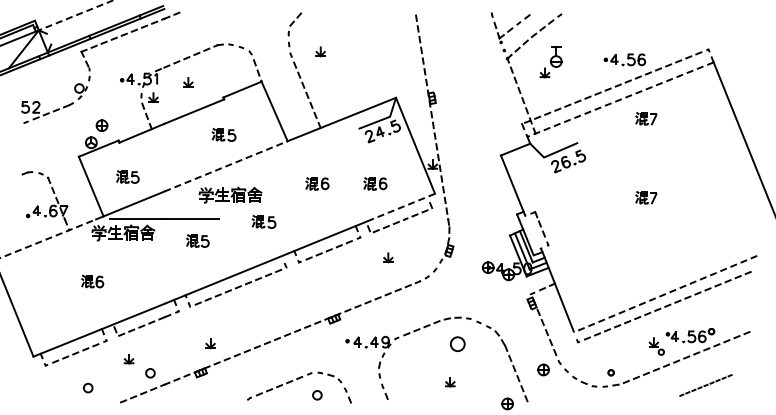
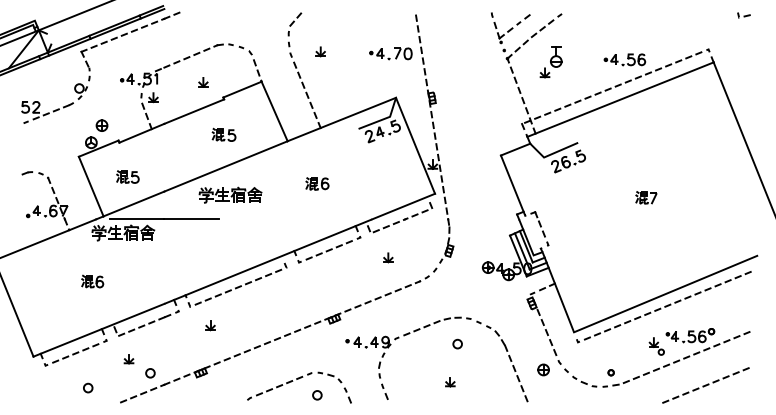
line at (75, 15): dashed -> solid
part at (743, 15): none -> present
part at (390, 53): none -> present
part at (188, 82) position: (188, 82) -> (203, 82)
line at (620, 99): dashed -> solid
part at (646, 118): present -> none
line at (226, 166): dashed -> solid
part at (375, 183): present -> none
line at (403, 206): dashed -> solid
part at (263, 221): present -> none
line at (48, 238): dashed -> solid
part at (197, 240): present -> none
line at (665, 294): dashed -> solid
part at (210, 343) position: (210, 343) -> (210, 325)
circle at (457, 343) size: 16x16 px -> 11x12 px
part at (705, 385) size: 54x23 px -> 88x37 px
part at (507, 403): present -> none
